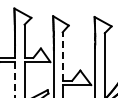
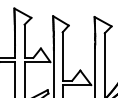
line at (62, 56): dashed -> solid
line at (15, 79): dashed -> solid
